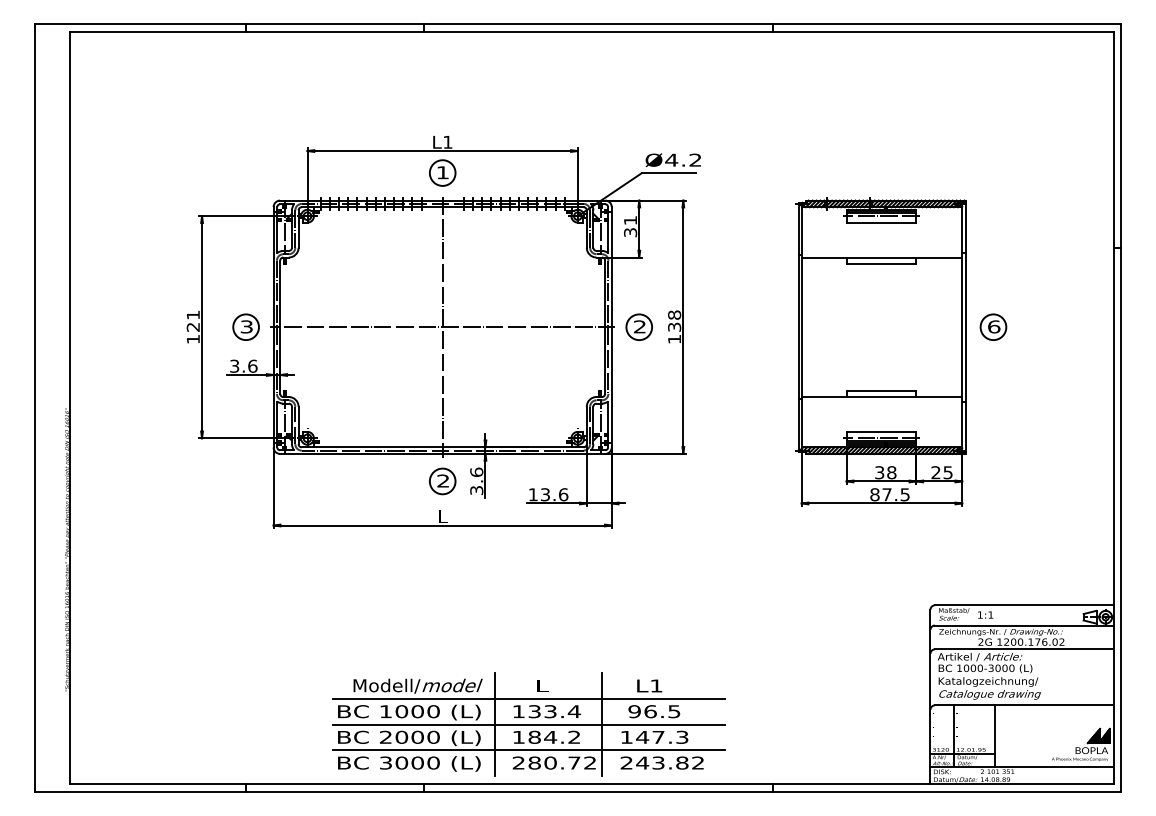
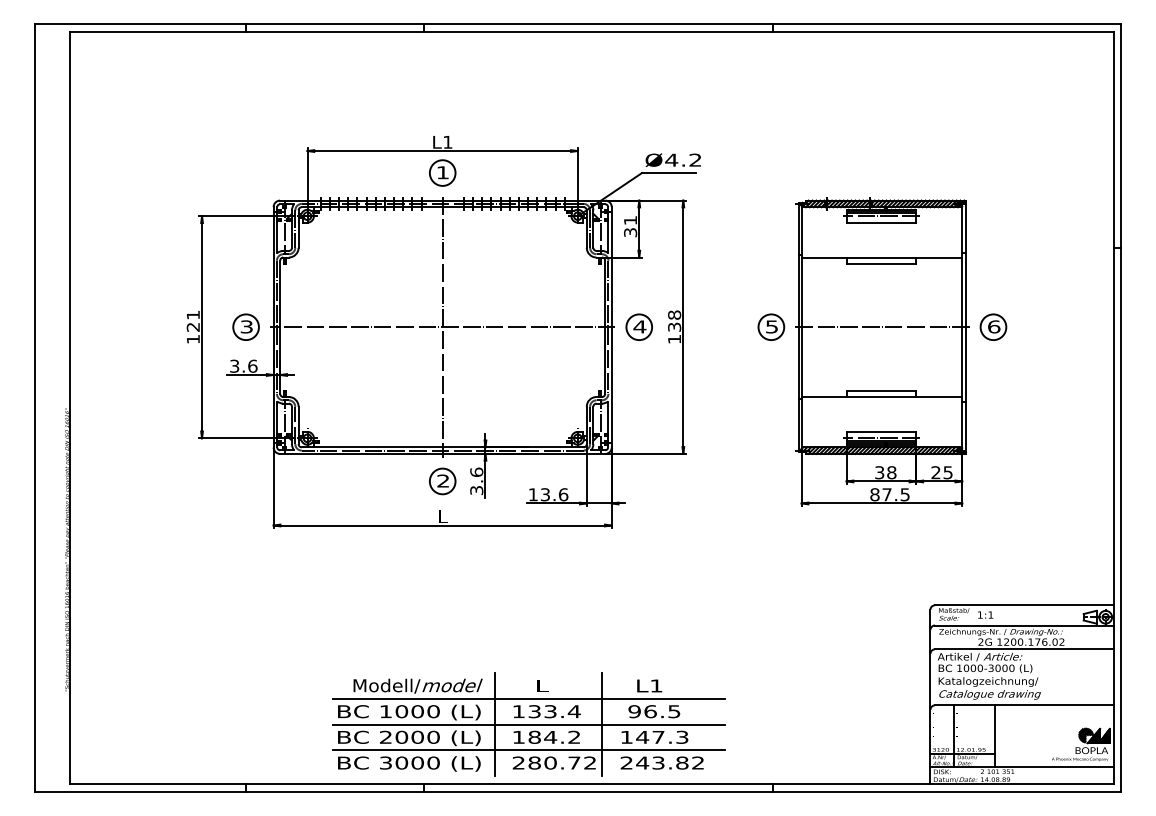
text at (639, 326): 2 -> 4
part at (771, 326): none -> present
line at (882, 327): none -> present
hatch at (1085, 735): none -> present
